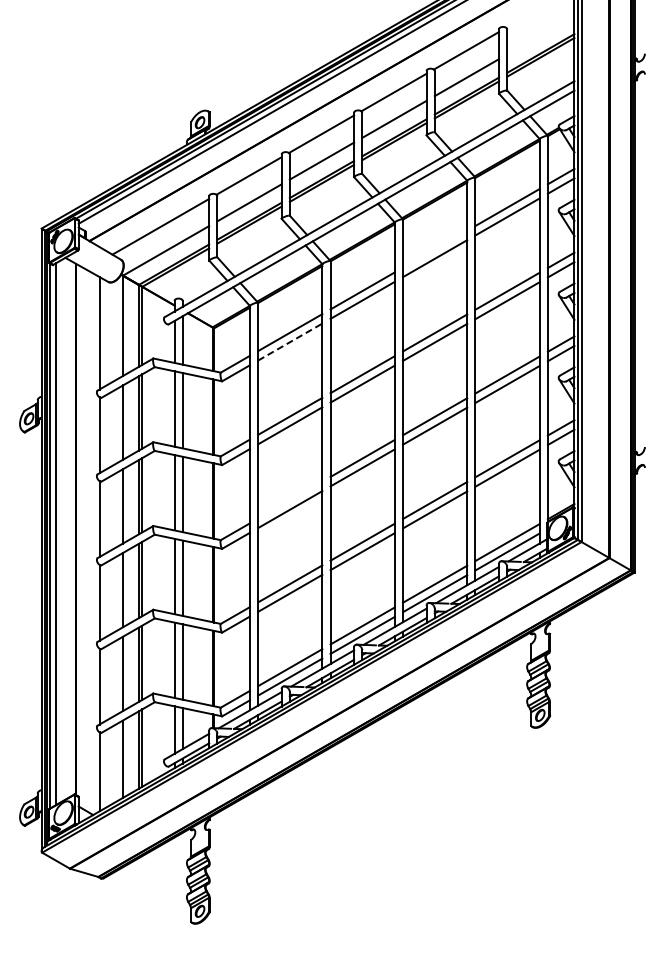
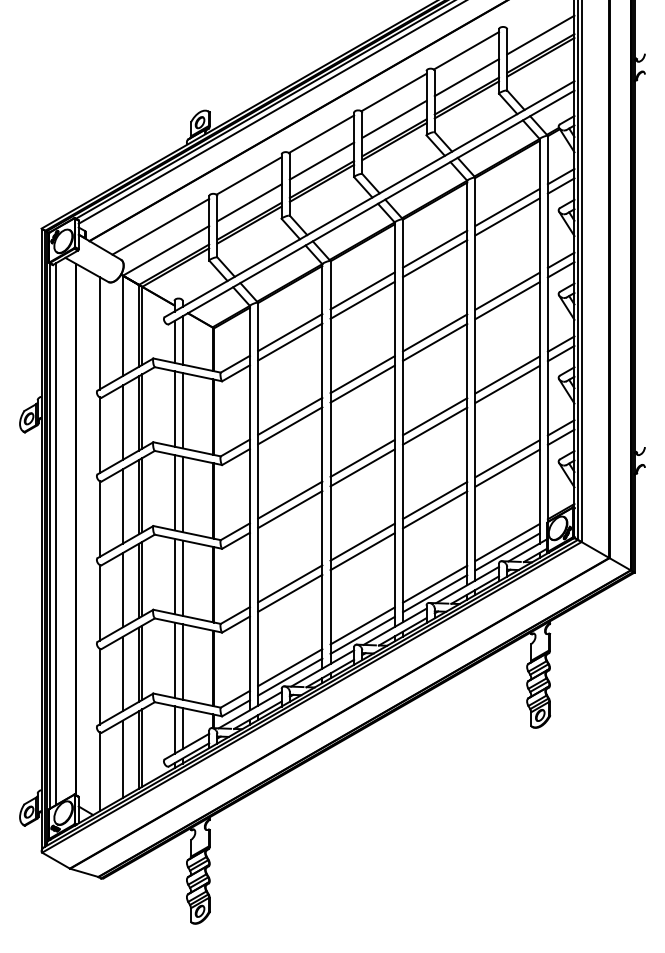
line at (540, 34): none -> present
line at (435, 248): none -> present
line at (290, 341): dashed -> solid
line at (290, 499): none -> present
